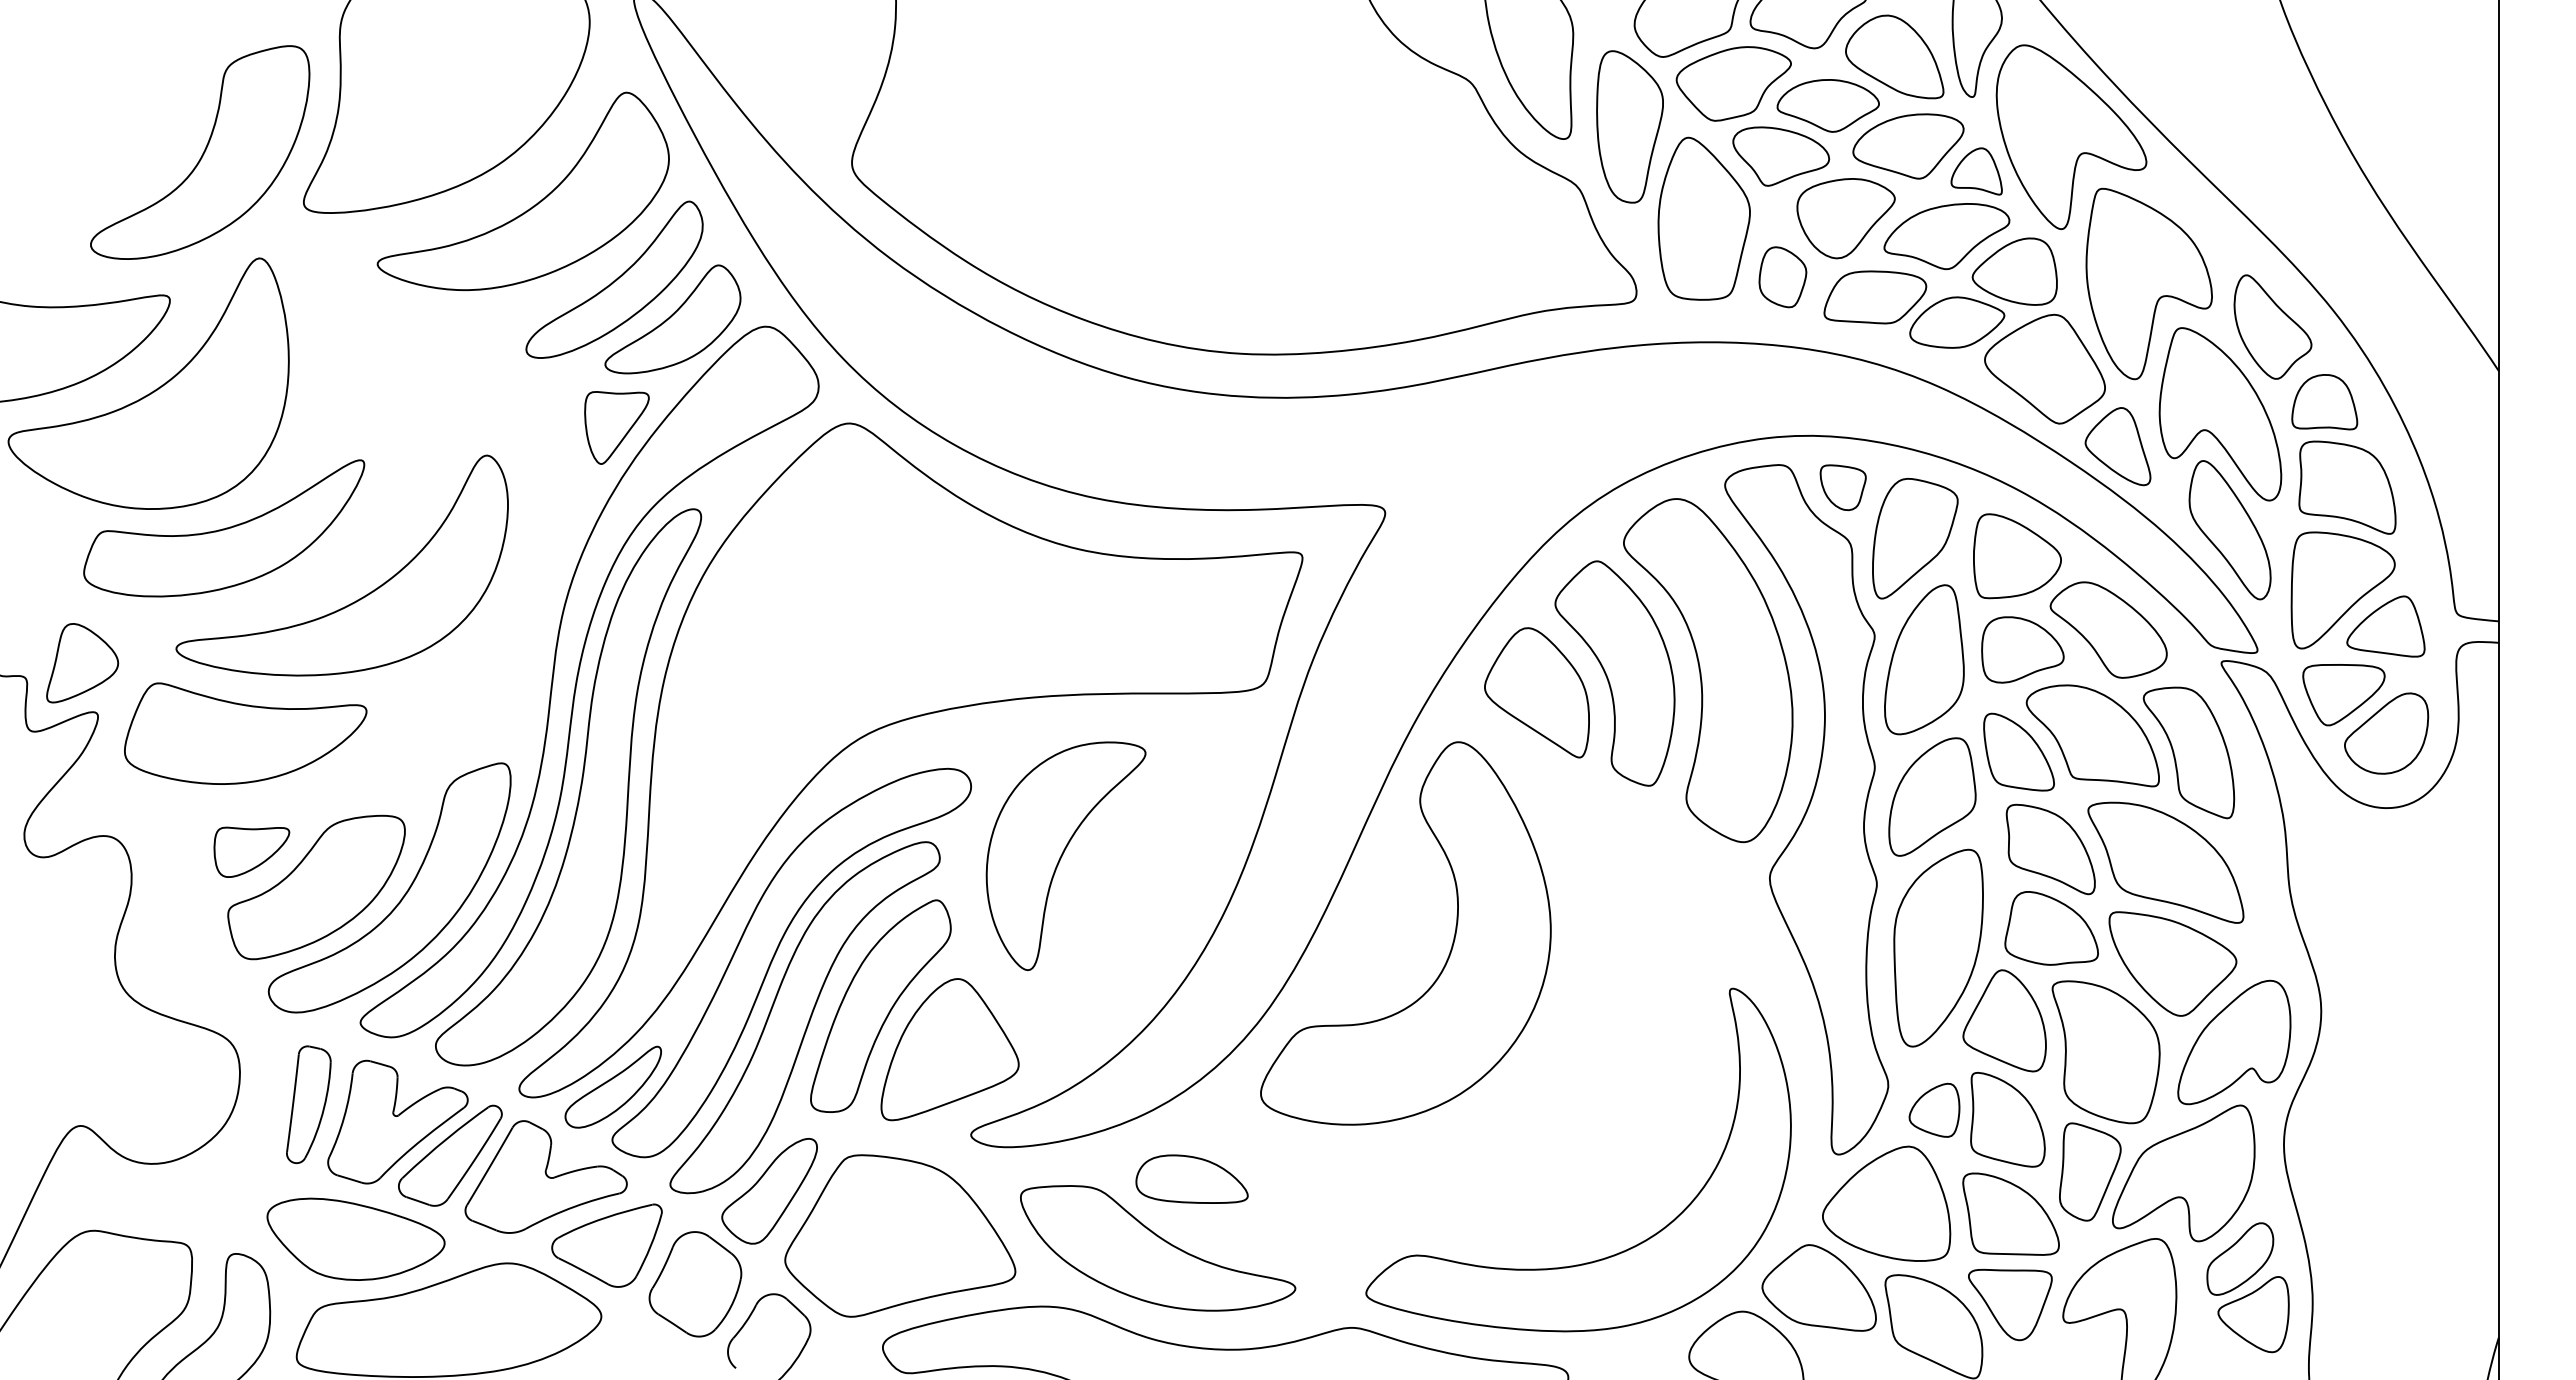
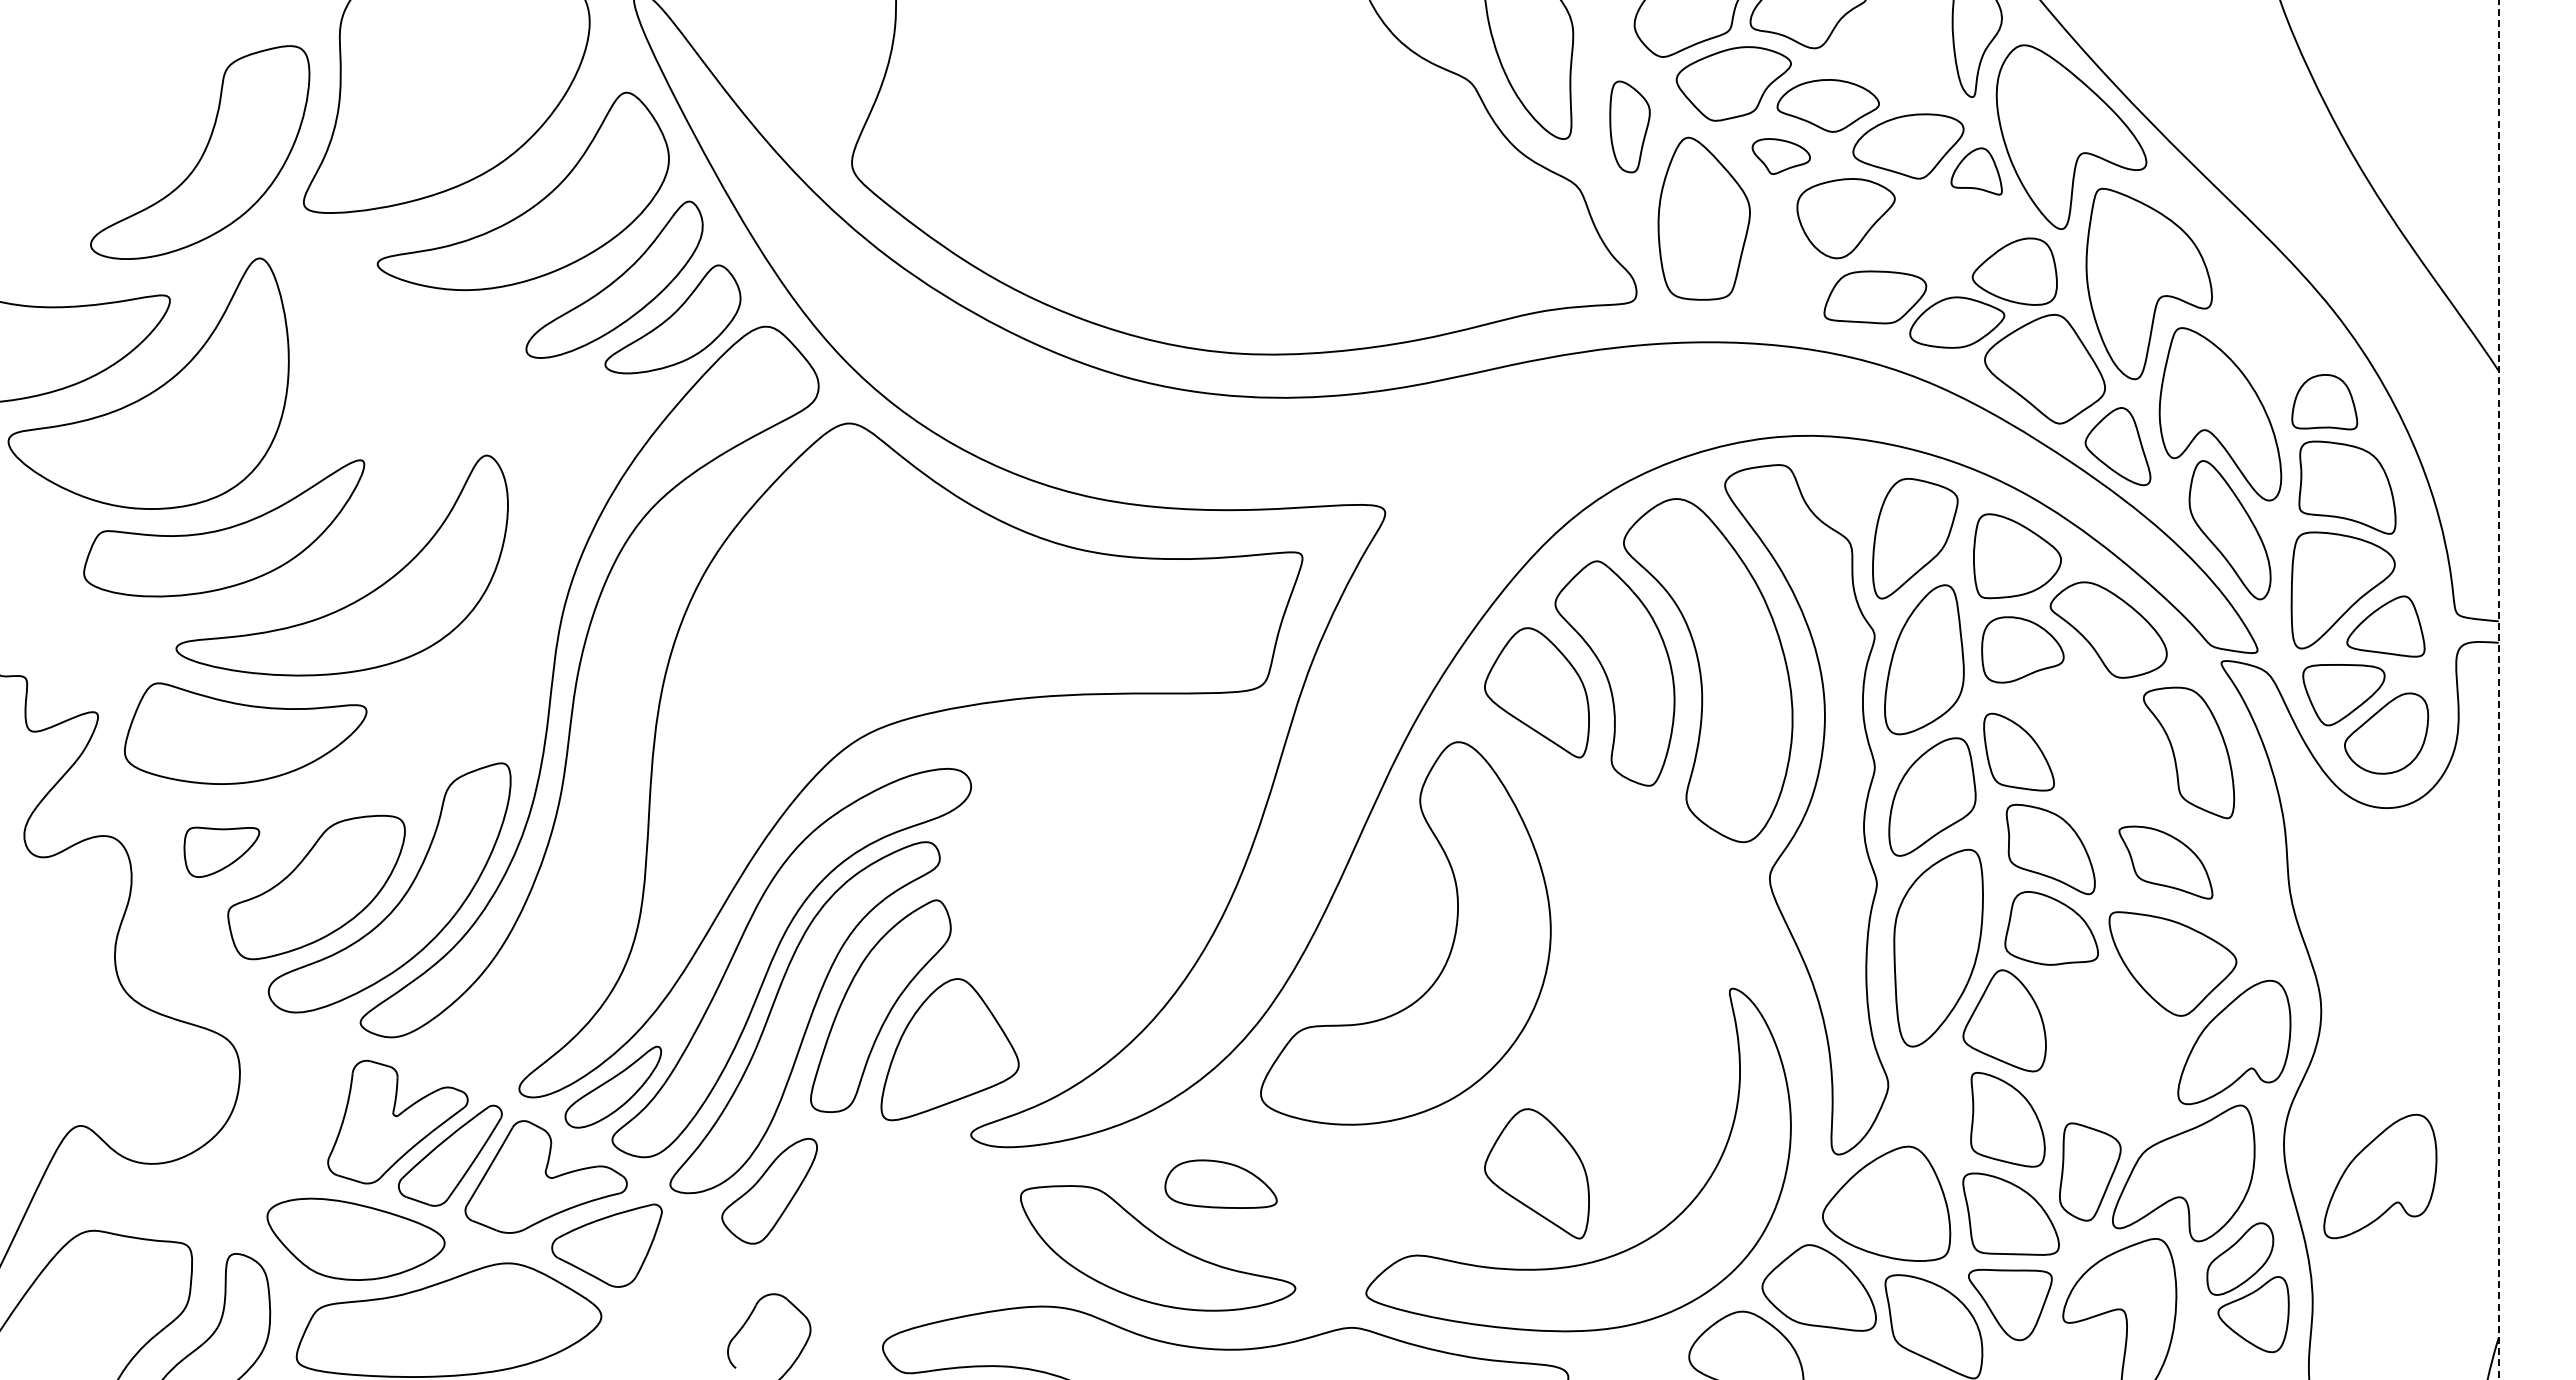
part at (1894, 56): present -> none
part at (1629, 126) size: 68x154 px -> 42x94 px
part at (1781, 156) size: 99x61 px -> 60x37 px
part at (1946, 236): present -> none
part at (1782, 277): present -> none
part at (2272, 326): present -> none
part at (616, 427): present -> none
part at (1842, 487): present -> none
part at (82, 663): present -> none
line at (2498, 690): solid -> dashed
part at (2092, 735): present -> none
part at (579, 788): present -> none
part at (251, 851) position: (251, 851) -> (221, 851)
part at (1065, 856): present -> none
part at (2165, 862) size: 158x123 px -> 96x75 px
part at (2105, 1052): present -> none
part at (308, 1104): present -> none
part at (1934, 1109): present -> none
part at (1536, 1173): none -> present
part at (2380, 1176): none -> present
part at (1191, 1178) position: (1191, 1178) -> (1220, 1183)
part at (900, 1235): present -> none
part at (695, 1284): present -> none
